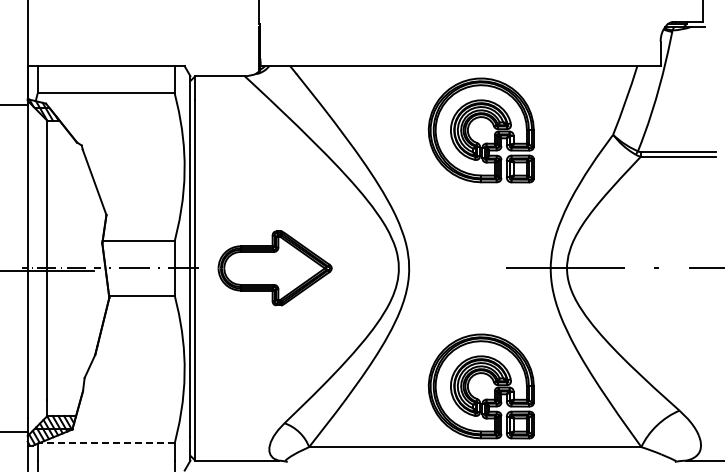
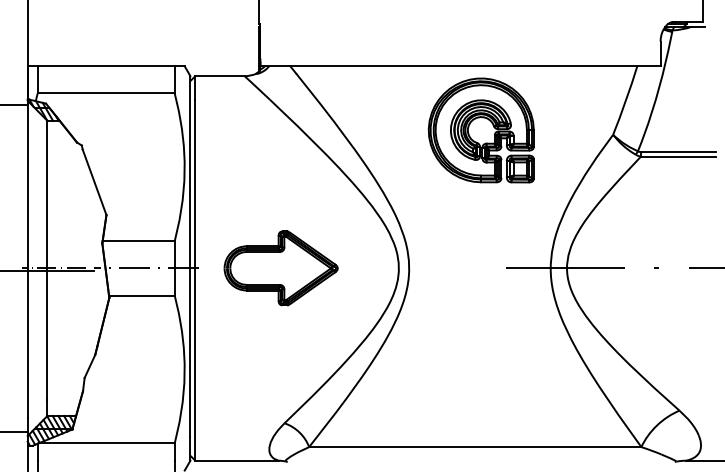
part at (274, 268) position: (274, 268) -> (280, 268)
part at (480, 386): present -> none
line at (106, 443): dashed -> solid
